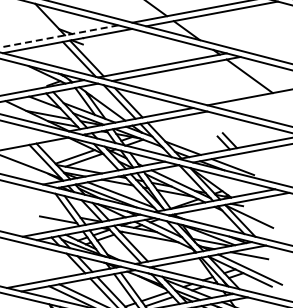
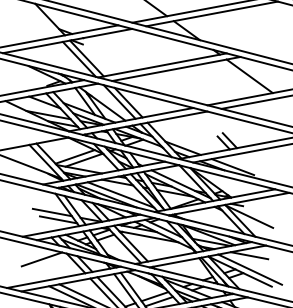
line at (59, 36): dashed -> solid
line at (255, 102): none -> present
line at (51, 212): none -> present
line at (41, 259): none -> present
